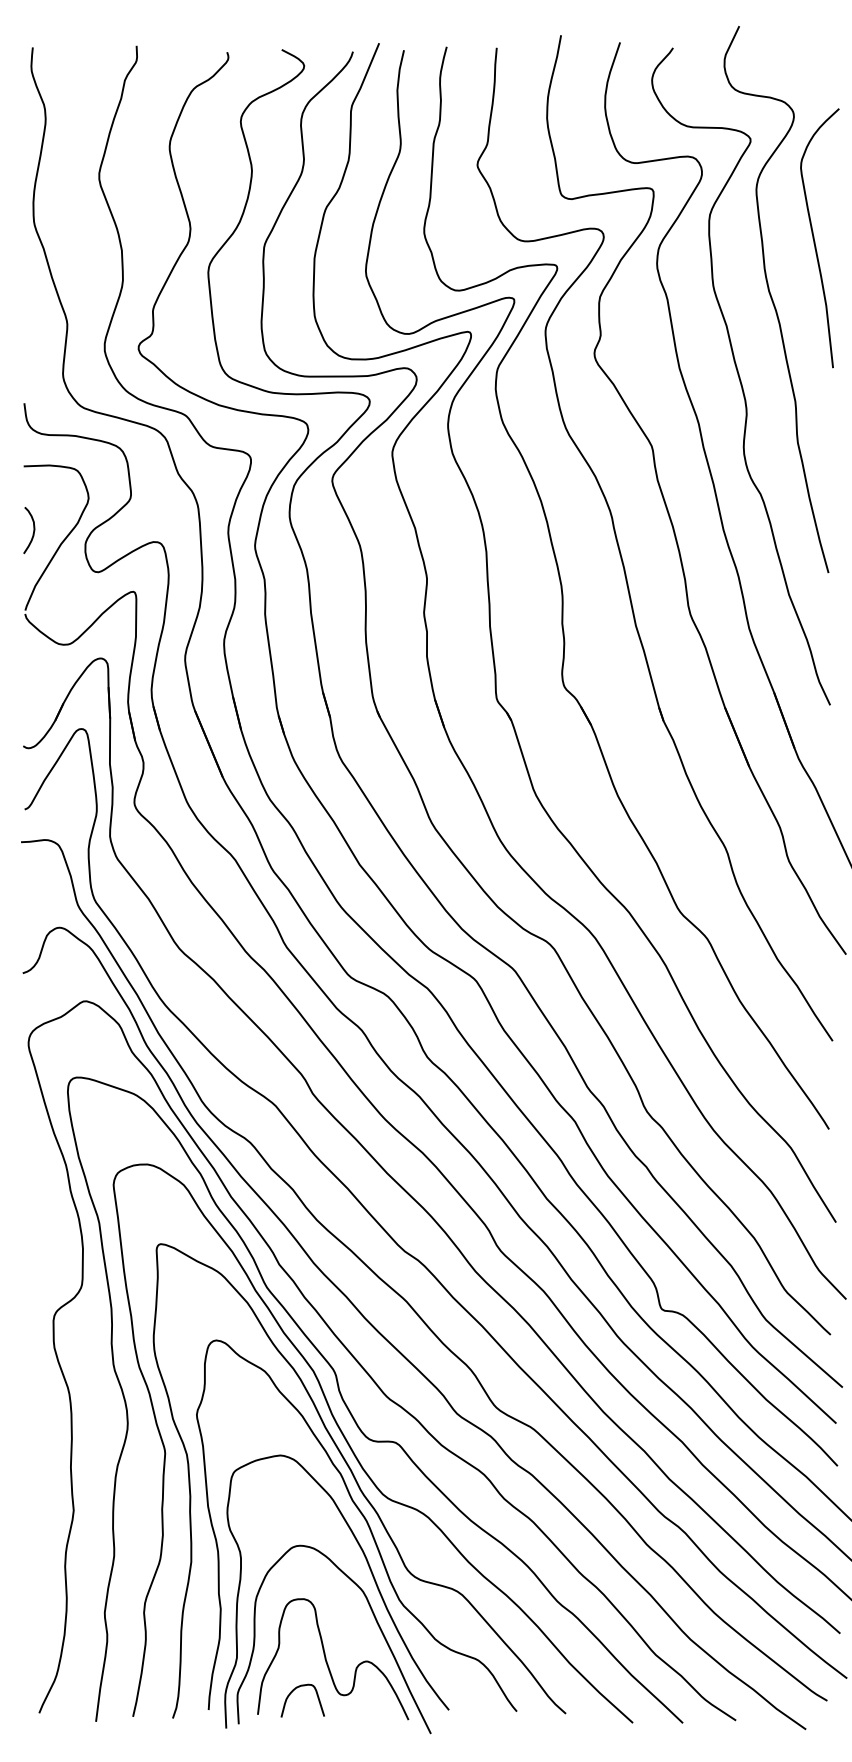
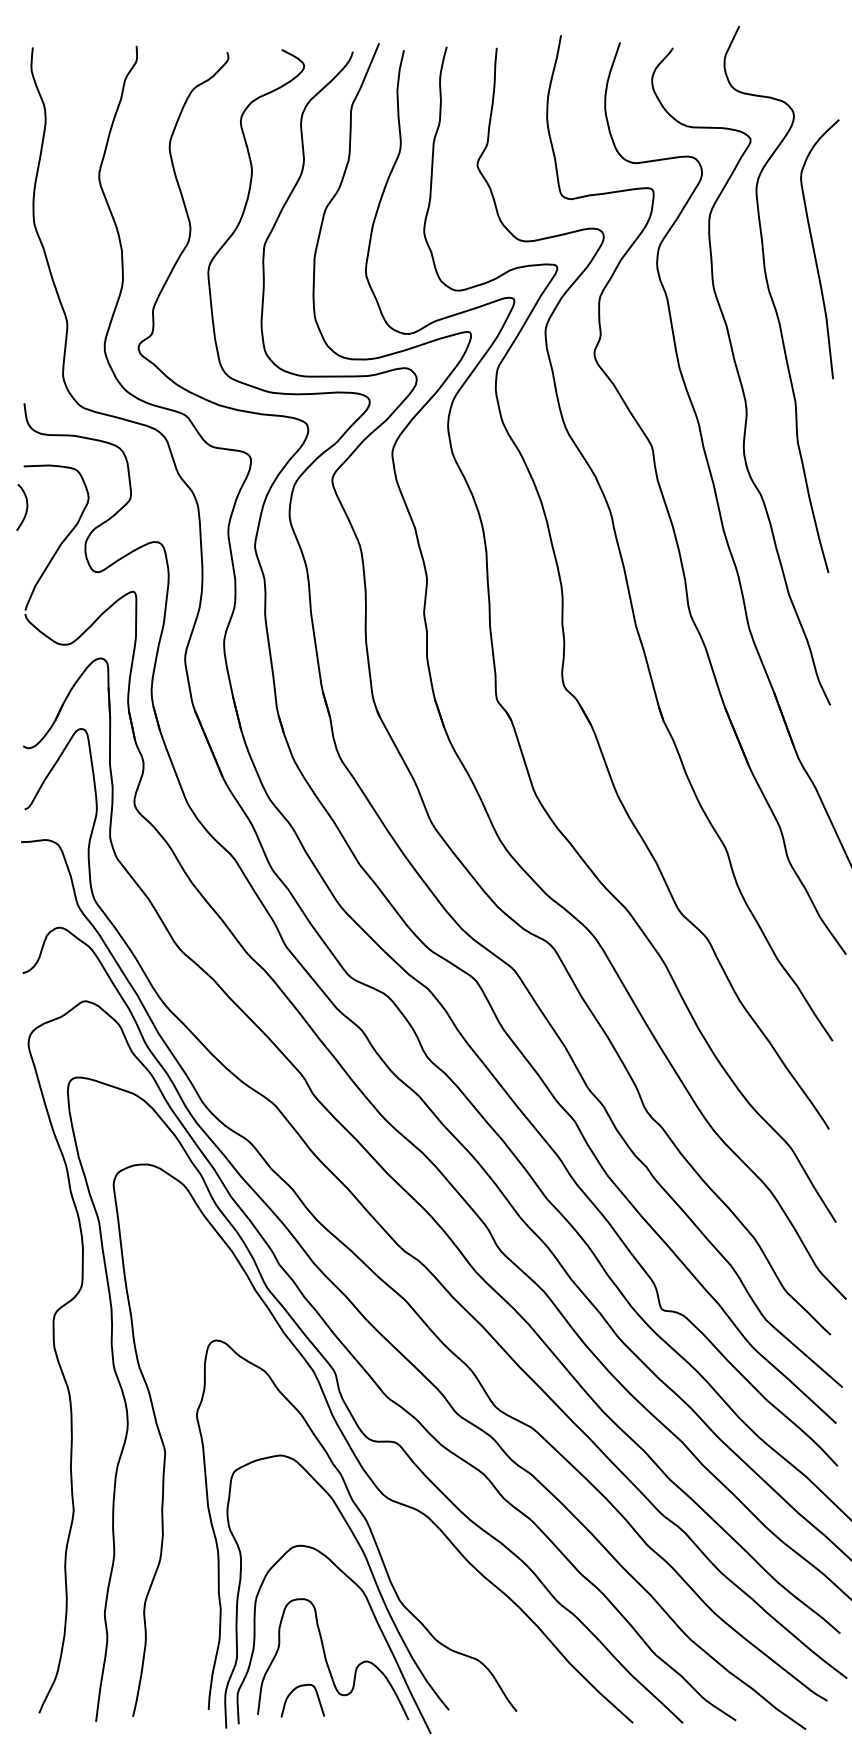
curve at (814, 238) position: (814, 238) -> (814, 249)
curve at (33, 530) position: (33, 530) -> (26, 507)
curve at (357, 1481): present -> none
